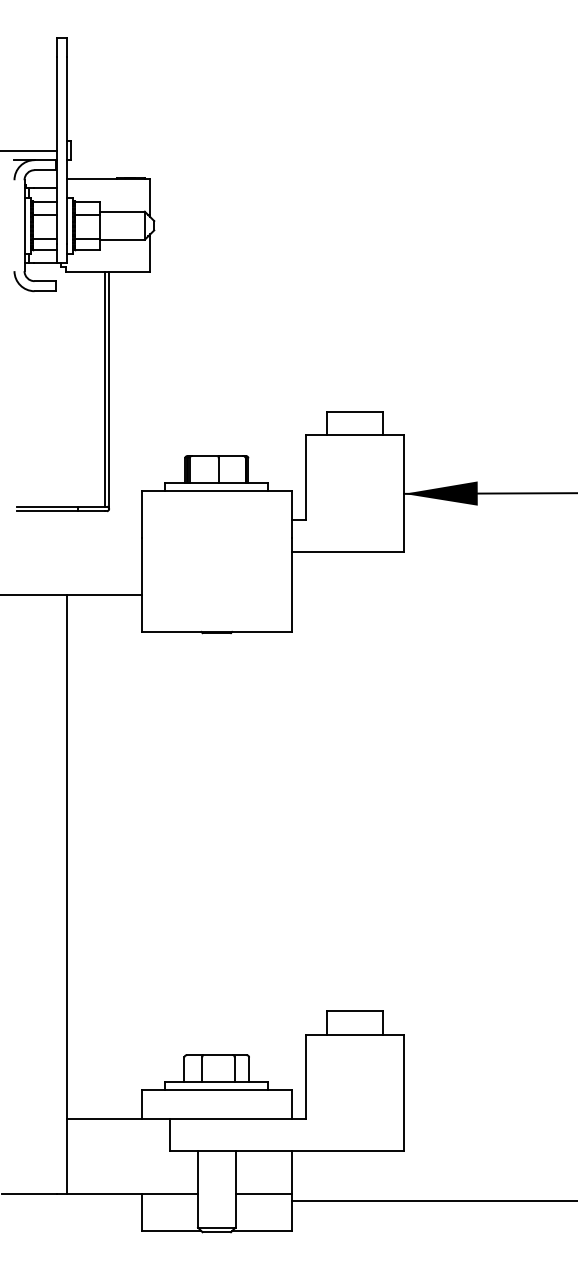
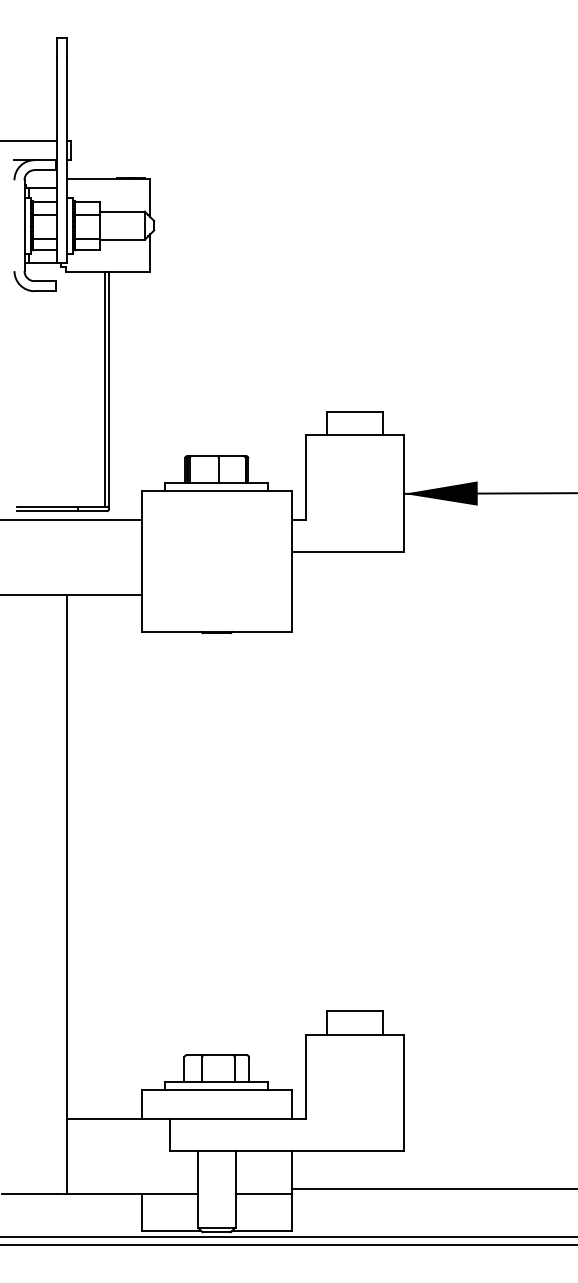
line at (29, 151) position: (29, 151) -> (29, 141)
line at (71, 519): none -> present
line at (432, 1201) position: (432, 1201) -> (432, 1189)
line at (288, 1237): none -> present
line at (288, 1244): none -> present
